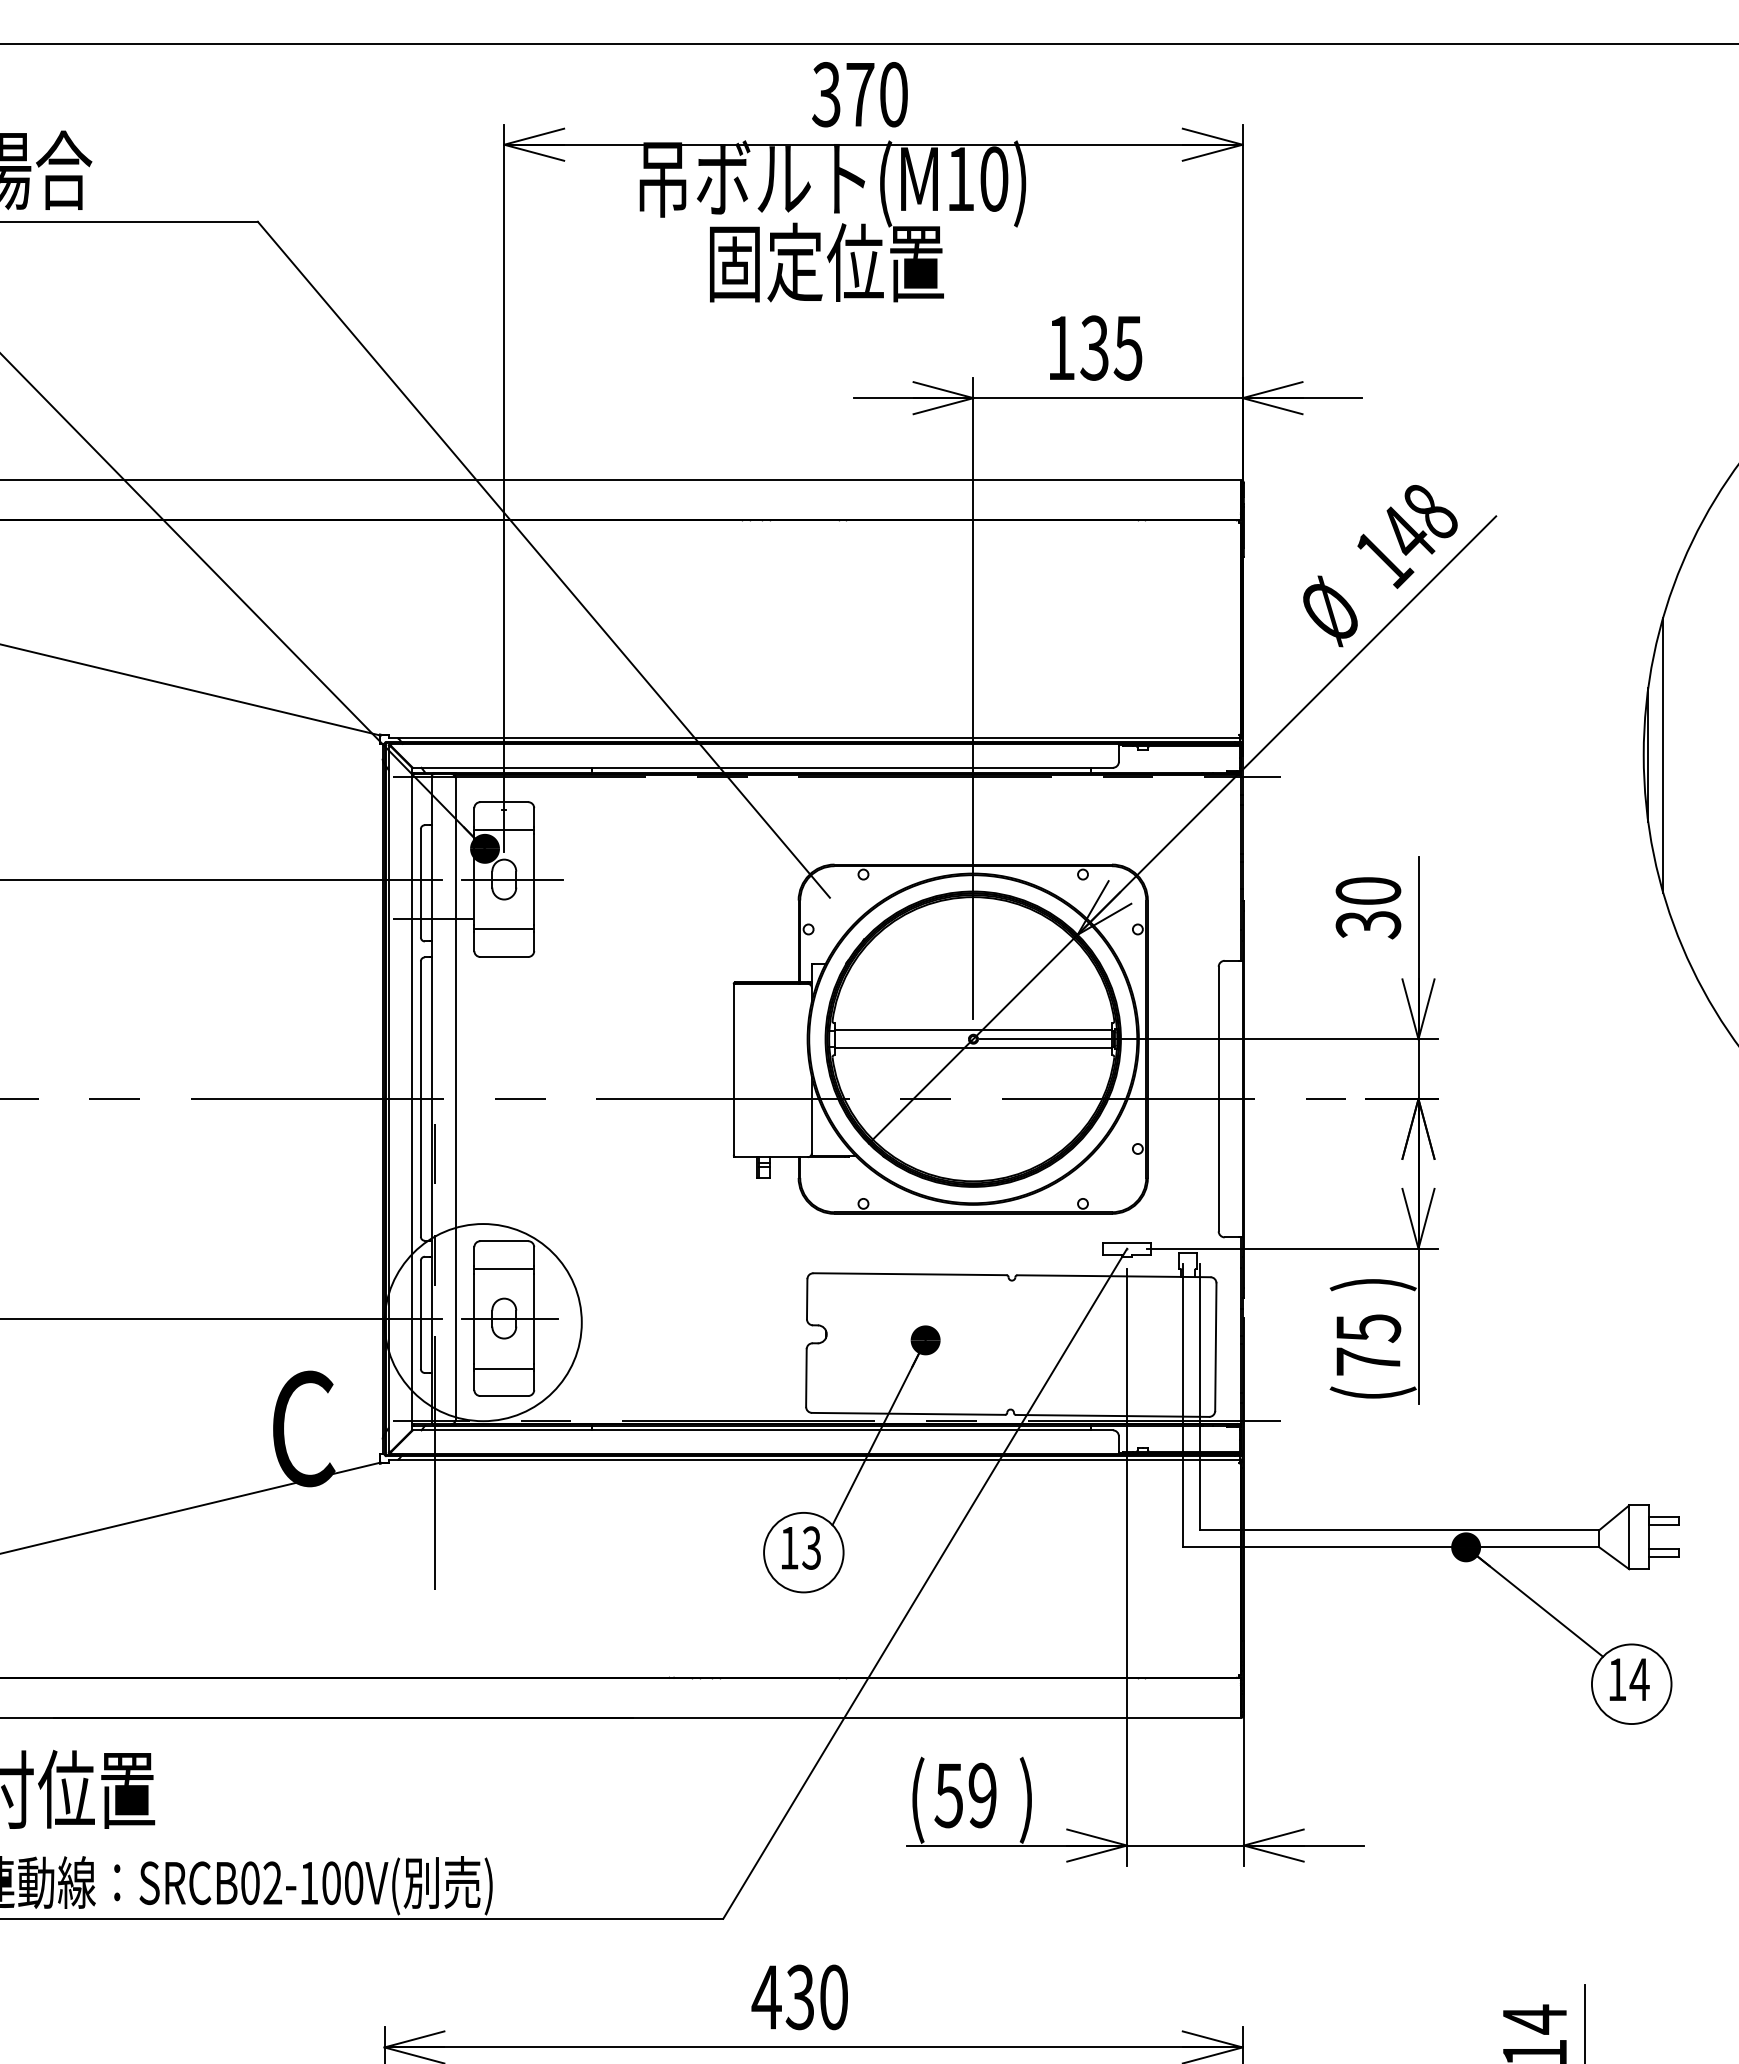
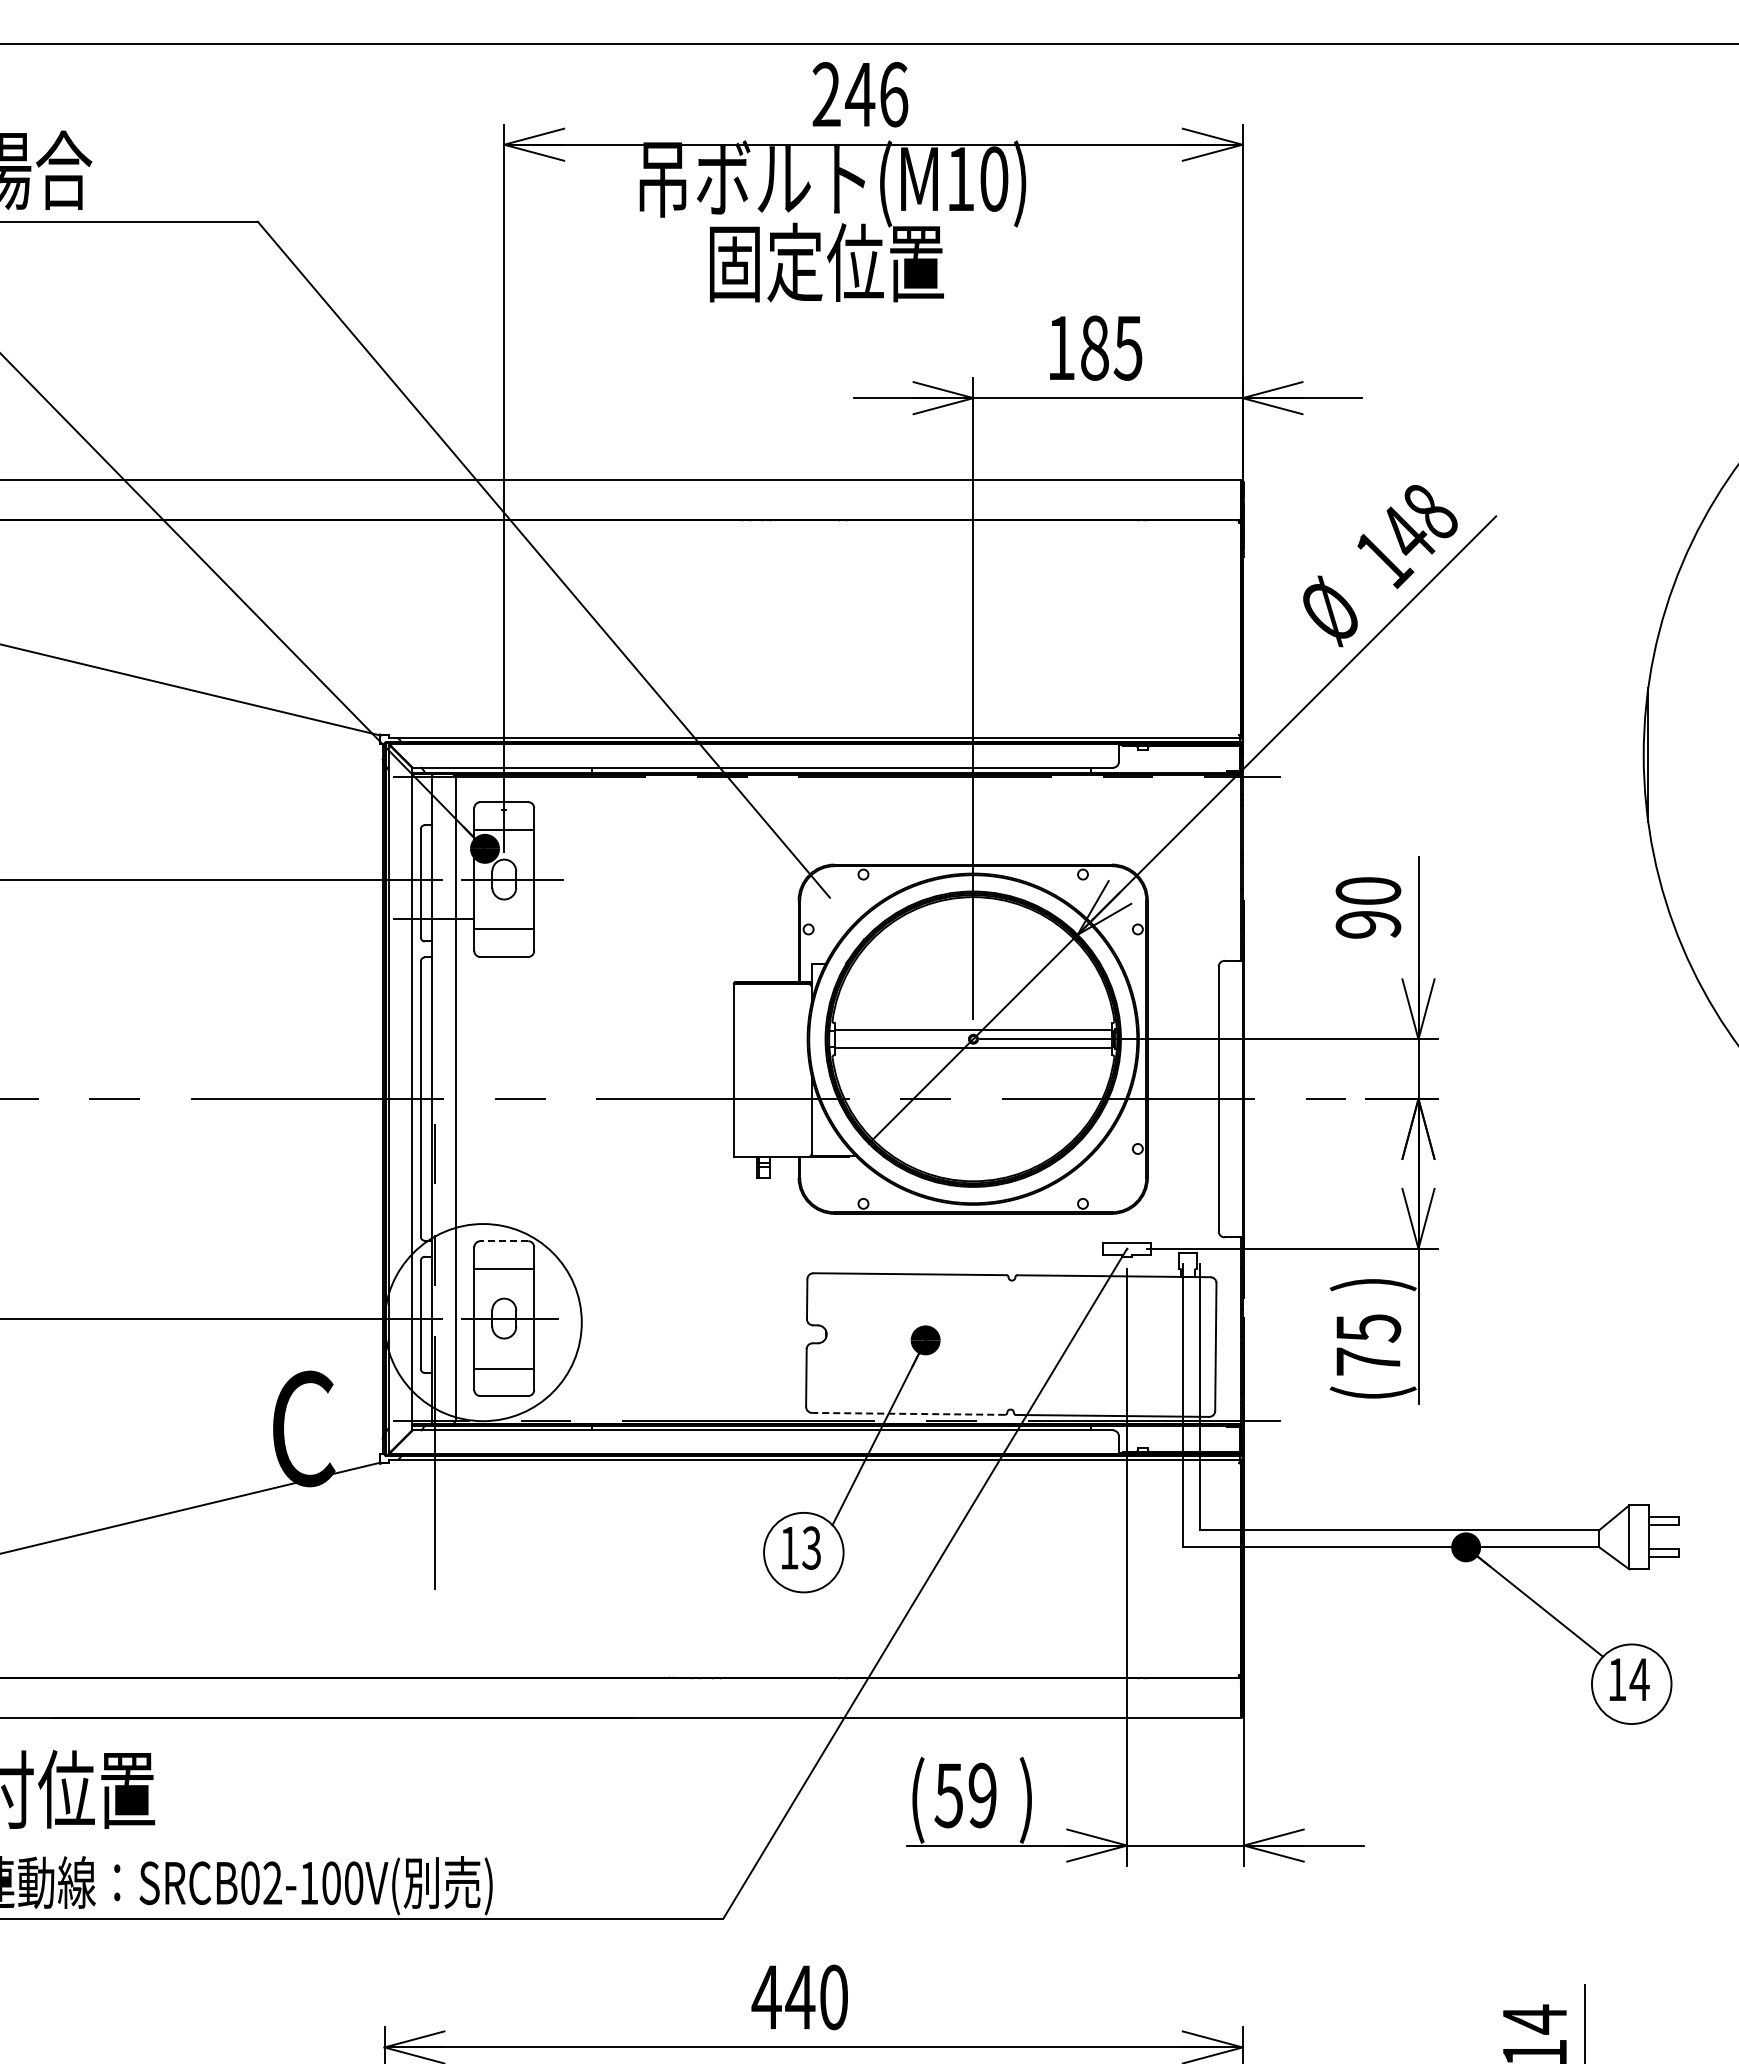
text at (860, 94): 370 -> 246
text at (1094, 347): 135 -> 185
line at (1663, 754): present -> none
text at (1368, 925): 30 -> 90
line at (504, 1241): solid -> dashed
line at (908, 1413): solid -> dashed
text at (800, 1997): 430 -> 440
